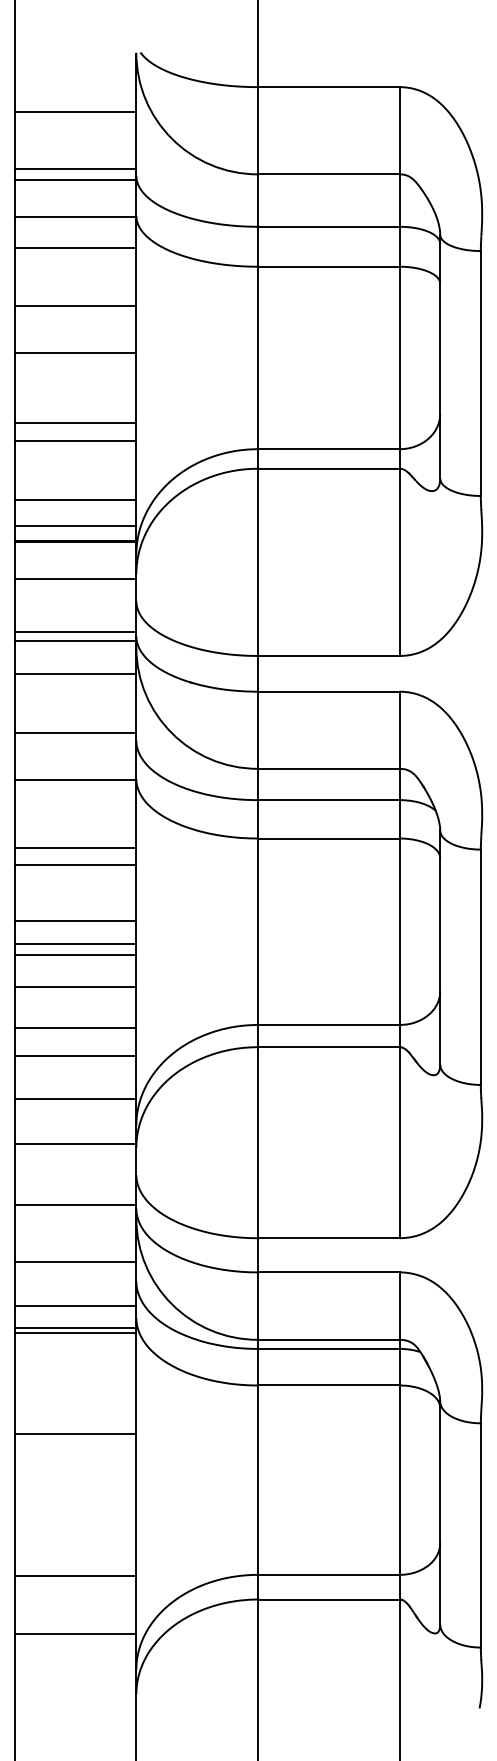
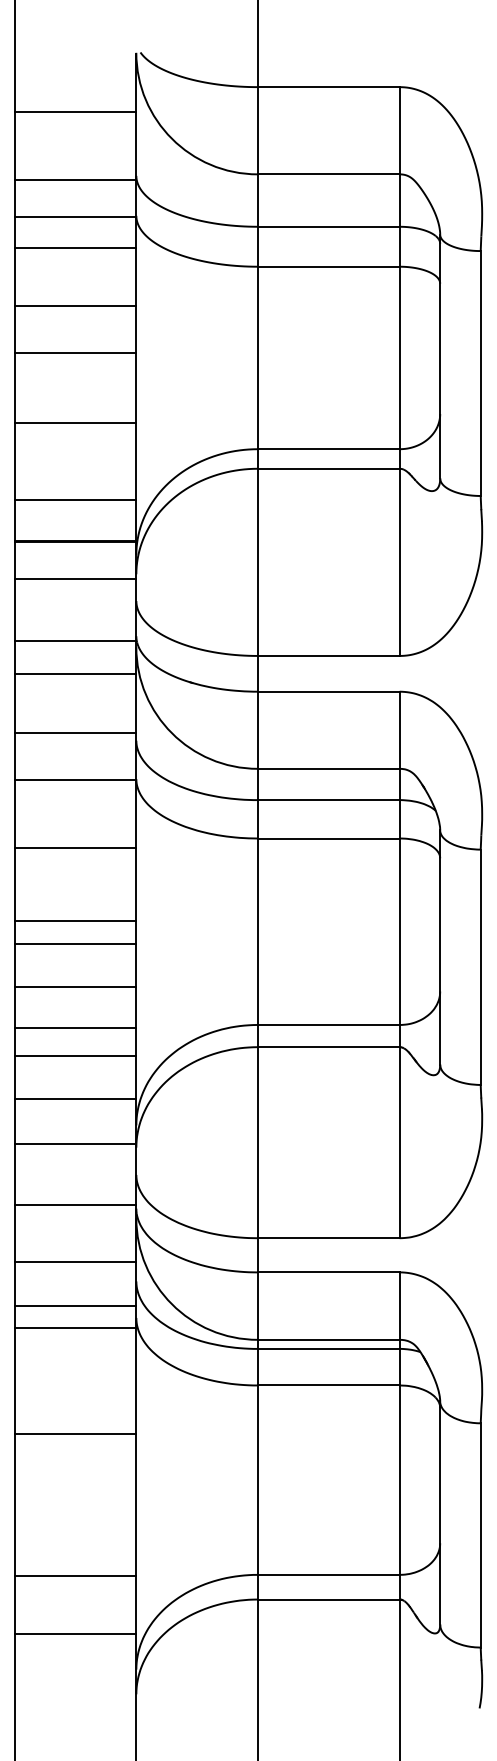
line at (75, 168): present -> none
line at (75, 440): present -> none
line at (75, 525): present -> none
line at (75, 632): present -> none
line at (75, 865): present -> none
line at (75, 955): present -> none
line at (75, 1333): present -> none
